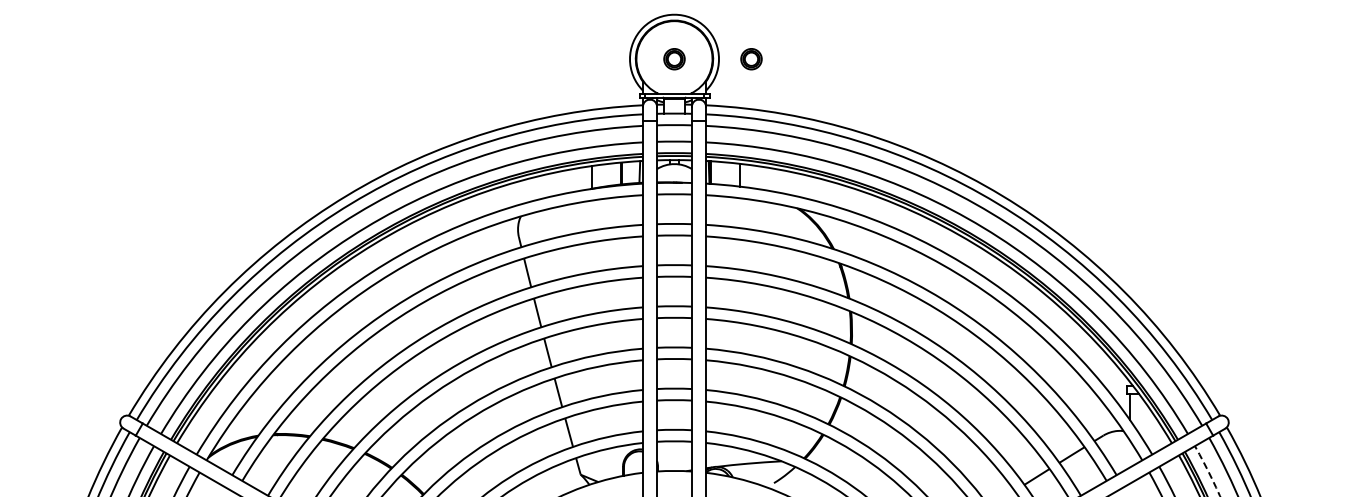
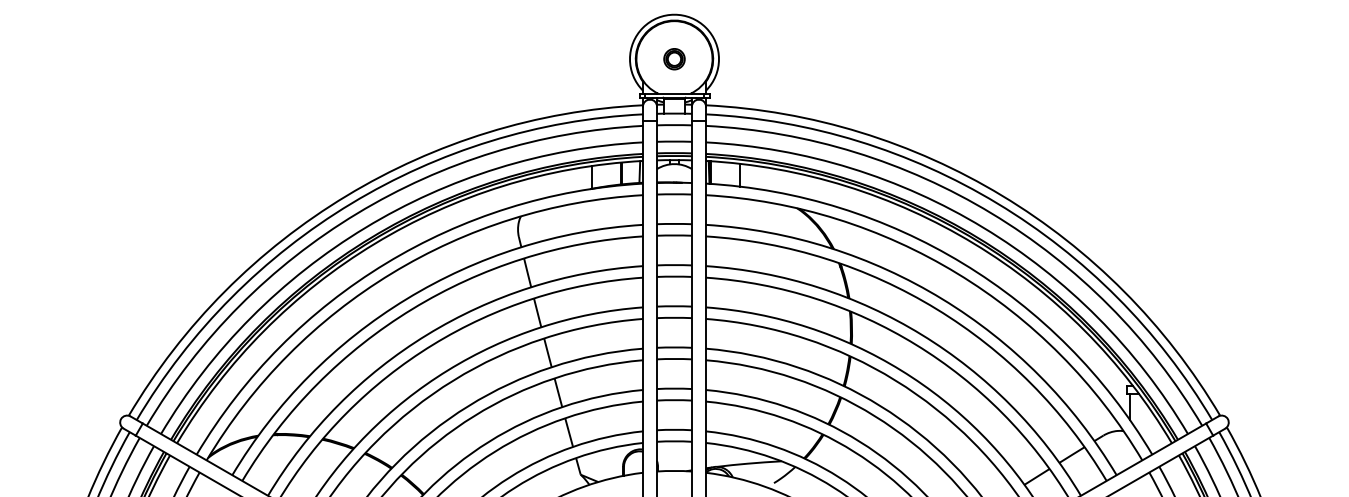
part at (751, 59): present -> none
arc at (1208, 471): dashed -> solid
